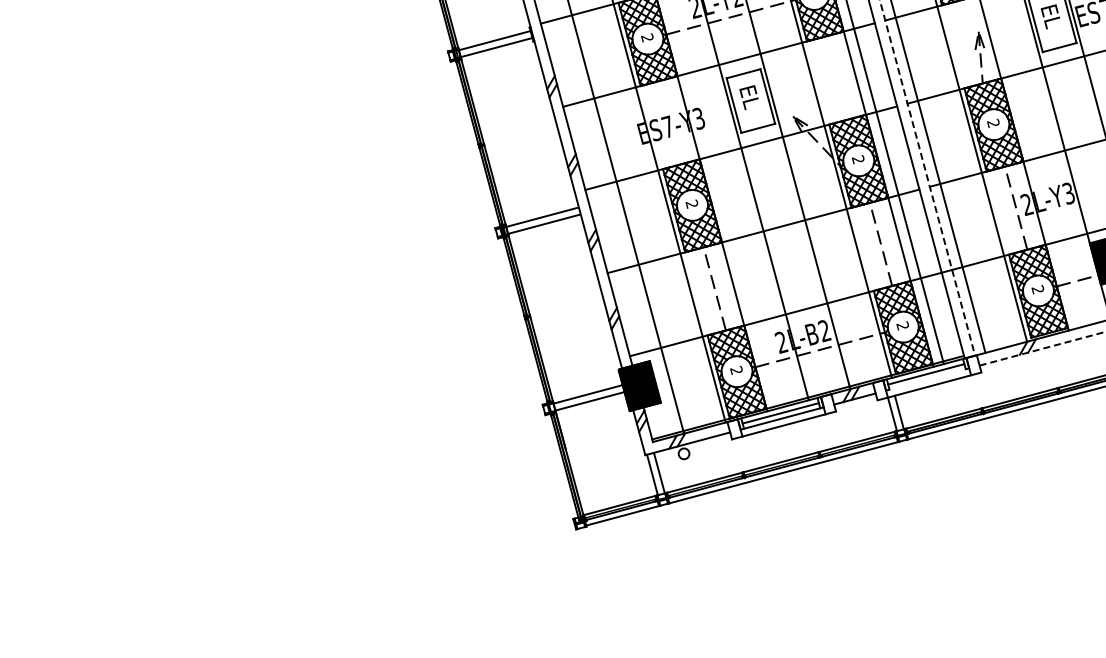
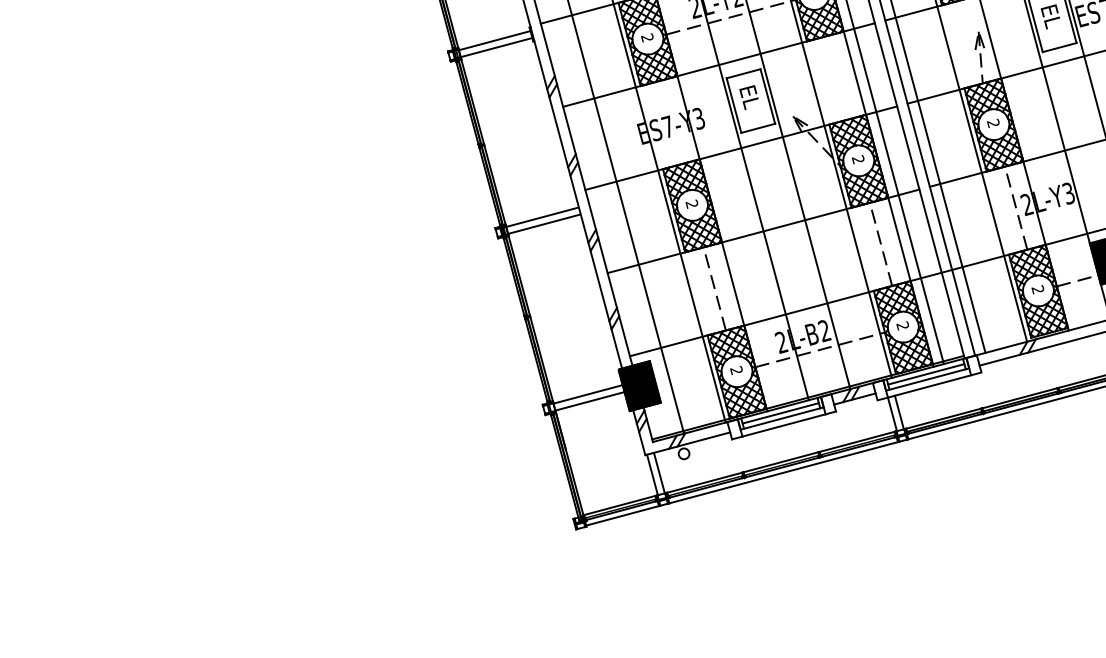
line at (927, 177): dashed -> solid
line at (1043, 348): dashed -> solid
line at (927, 379): none -> present
